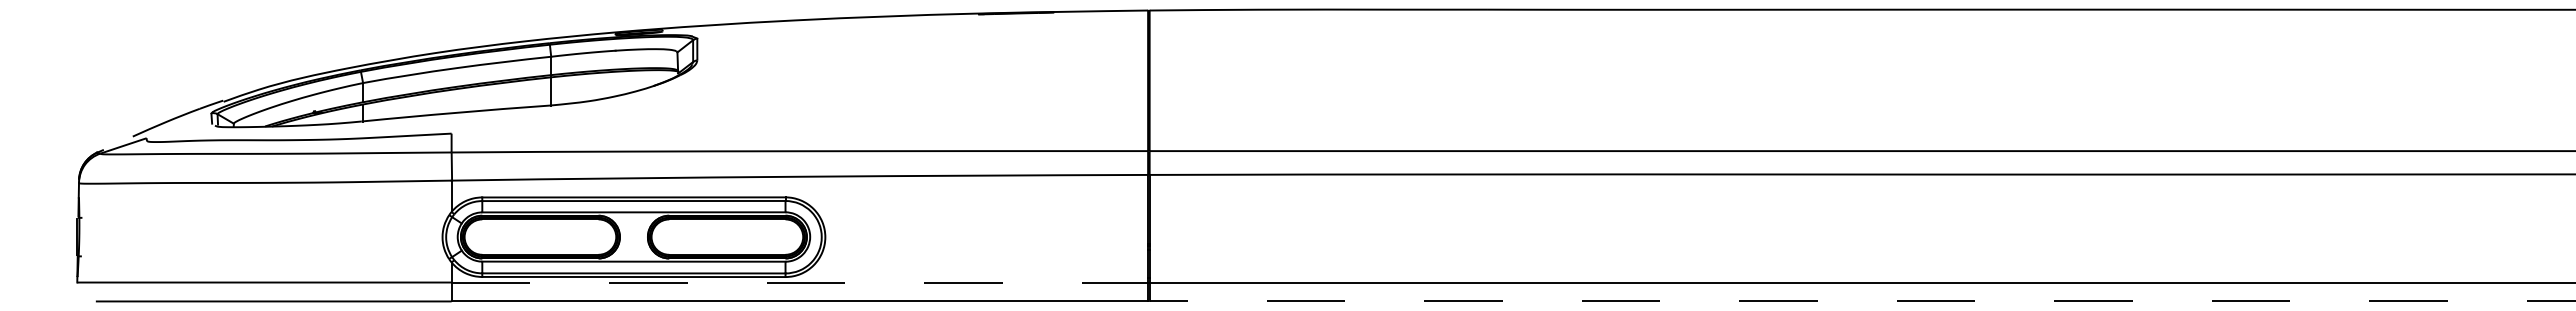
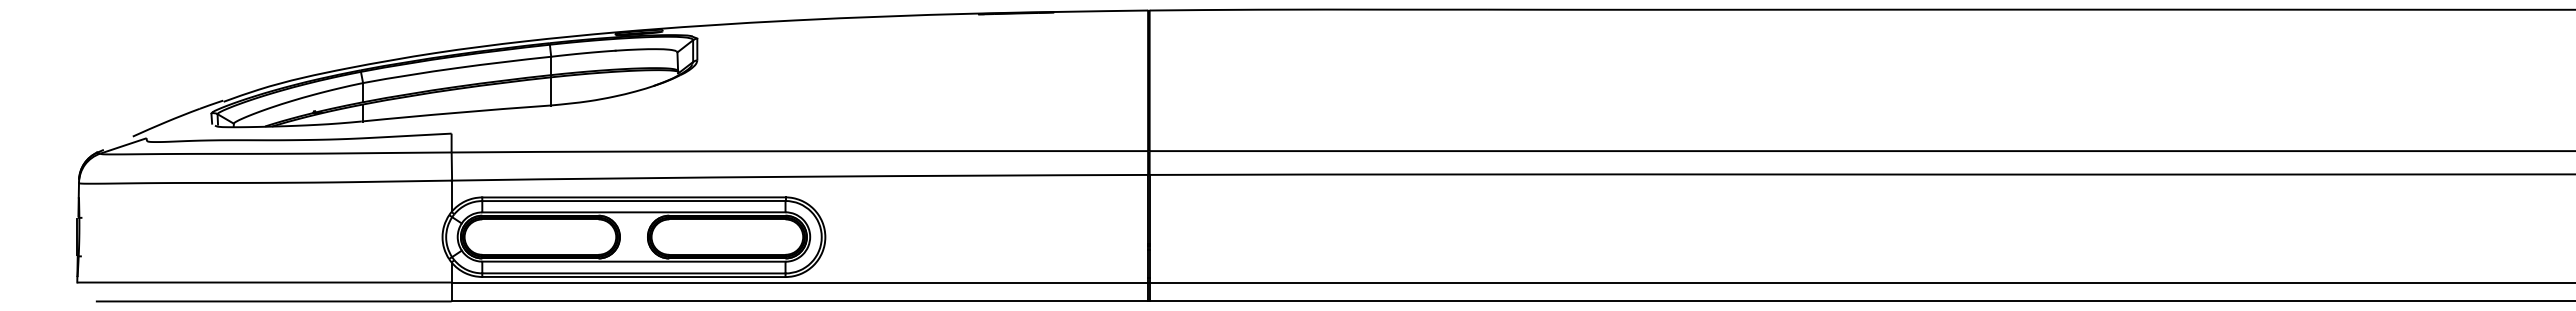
line at (800, 282): dashed -> solid
line at (1862, 301): dashed -> solid
